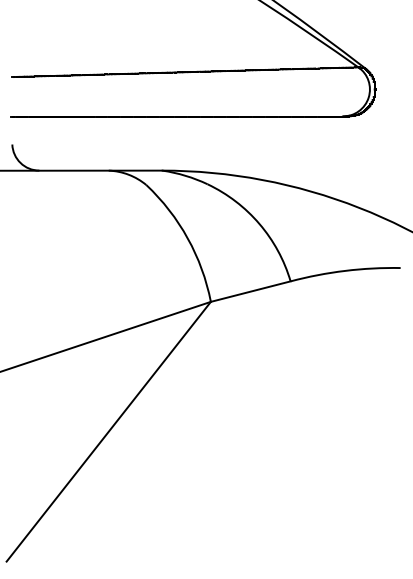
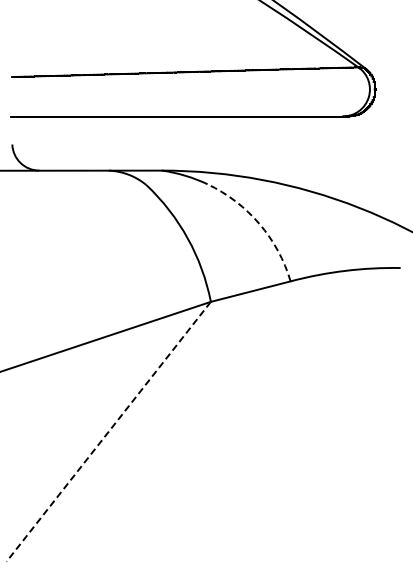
arc at (259, 223): solid -> dashed
line at (108, 432): solid -> dashed
